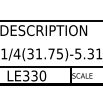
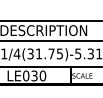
line at (50, 40): none -> present
text at (26, 75): LE330 -> LE030
